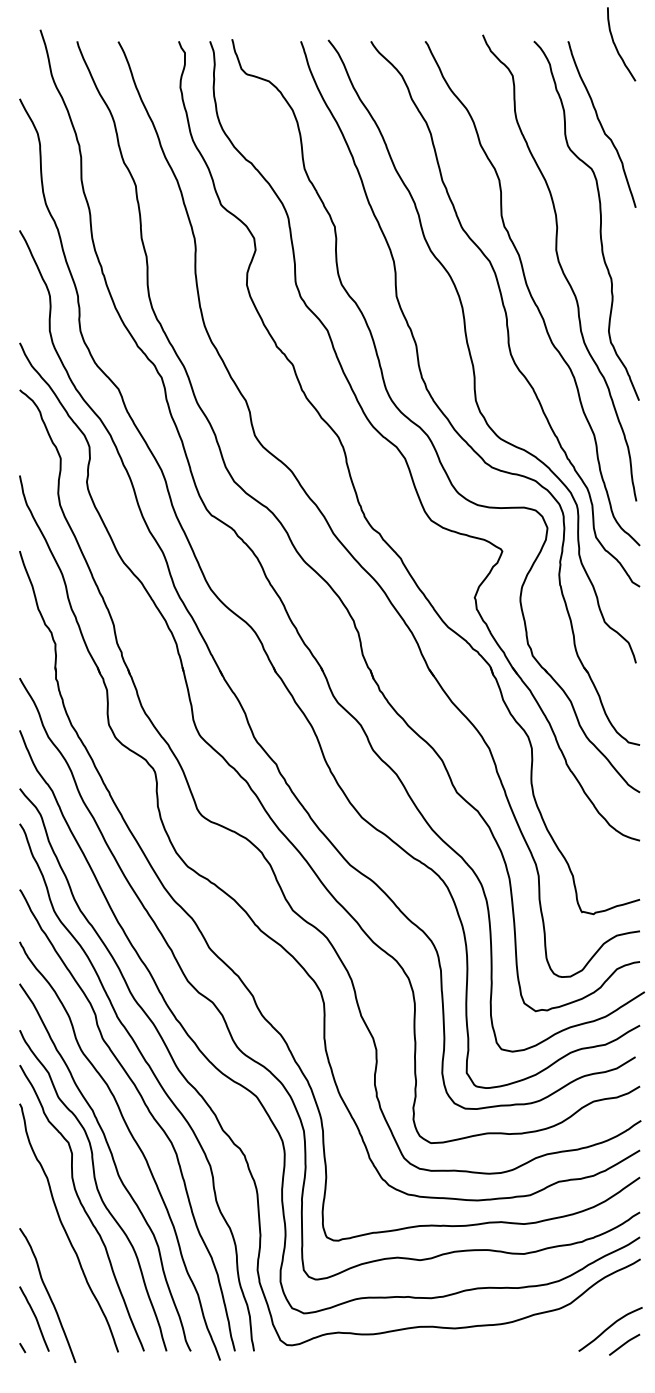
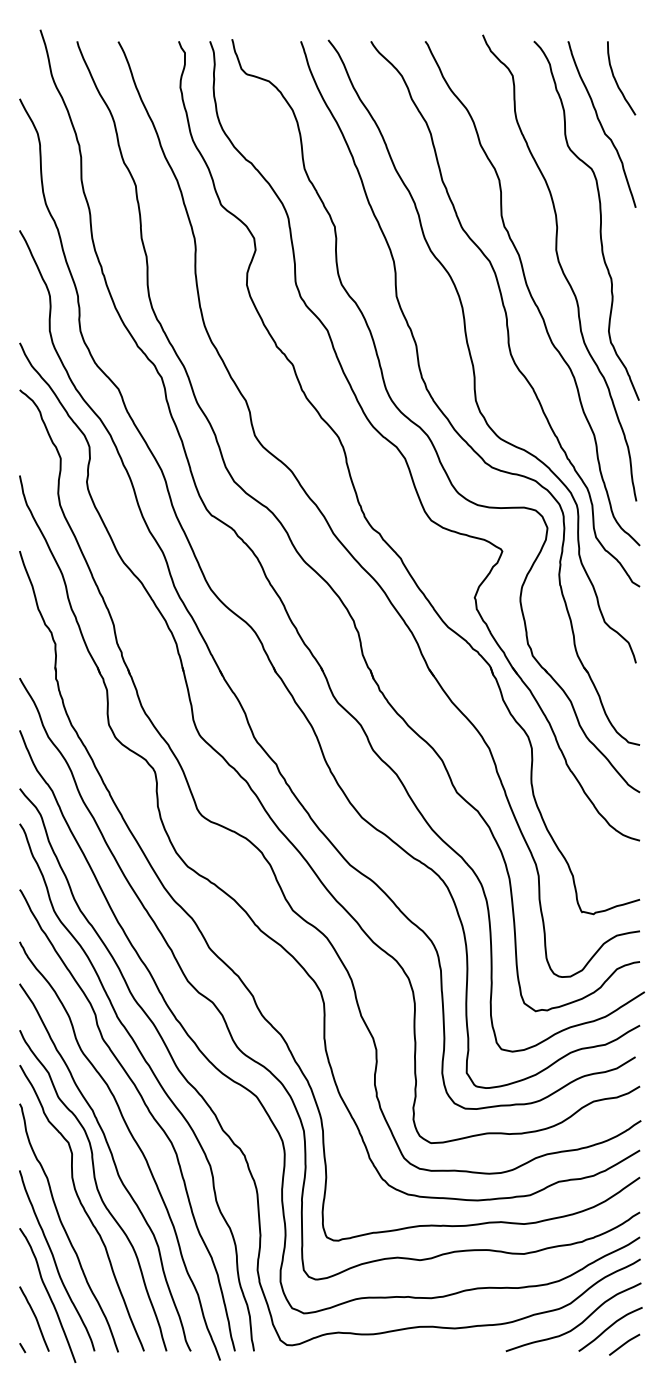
curve at (616, 45) position: (616, 45) -> (616, 79)
curve at (55, 1260): none -> present
curve at (579, 1323): none -> present
